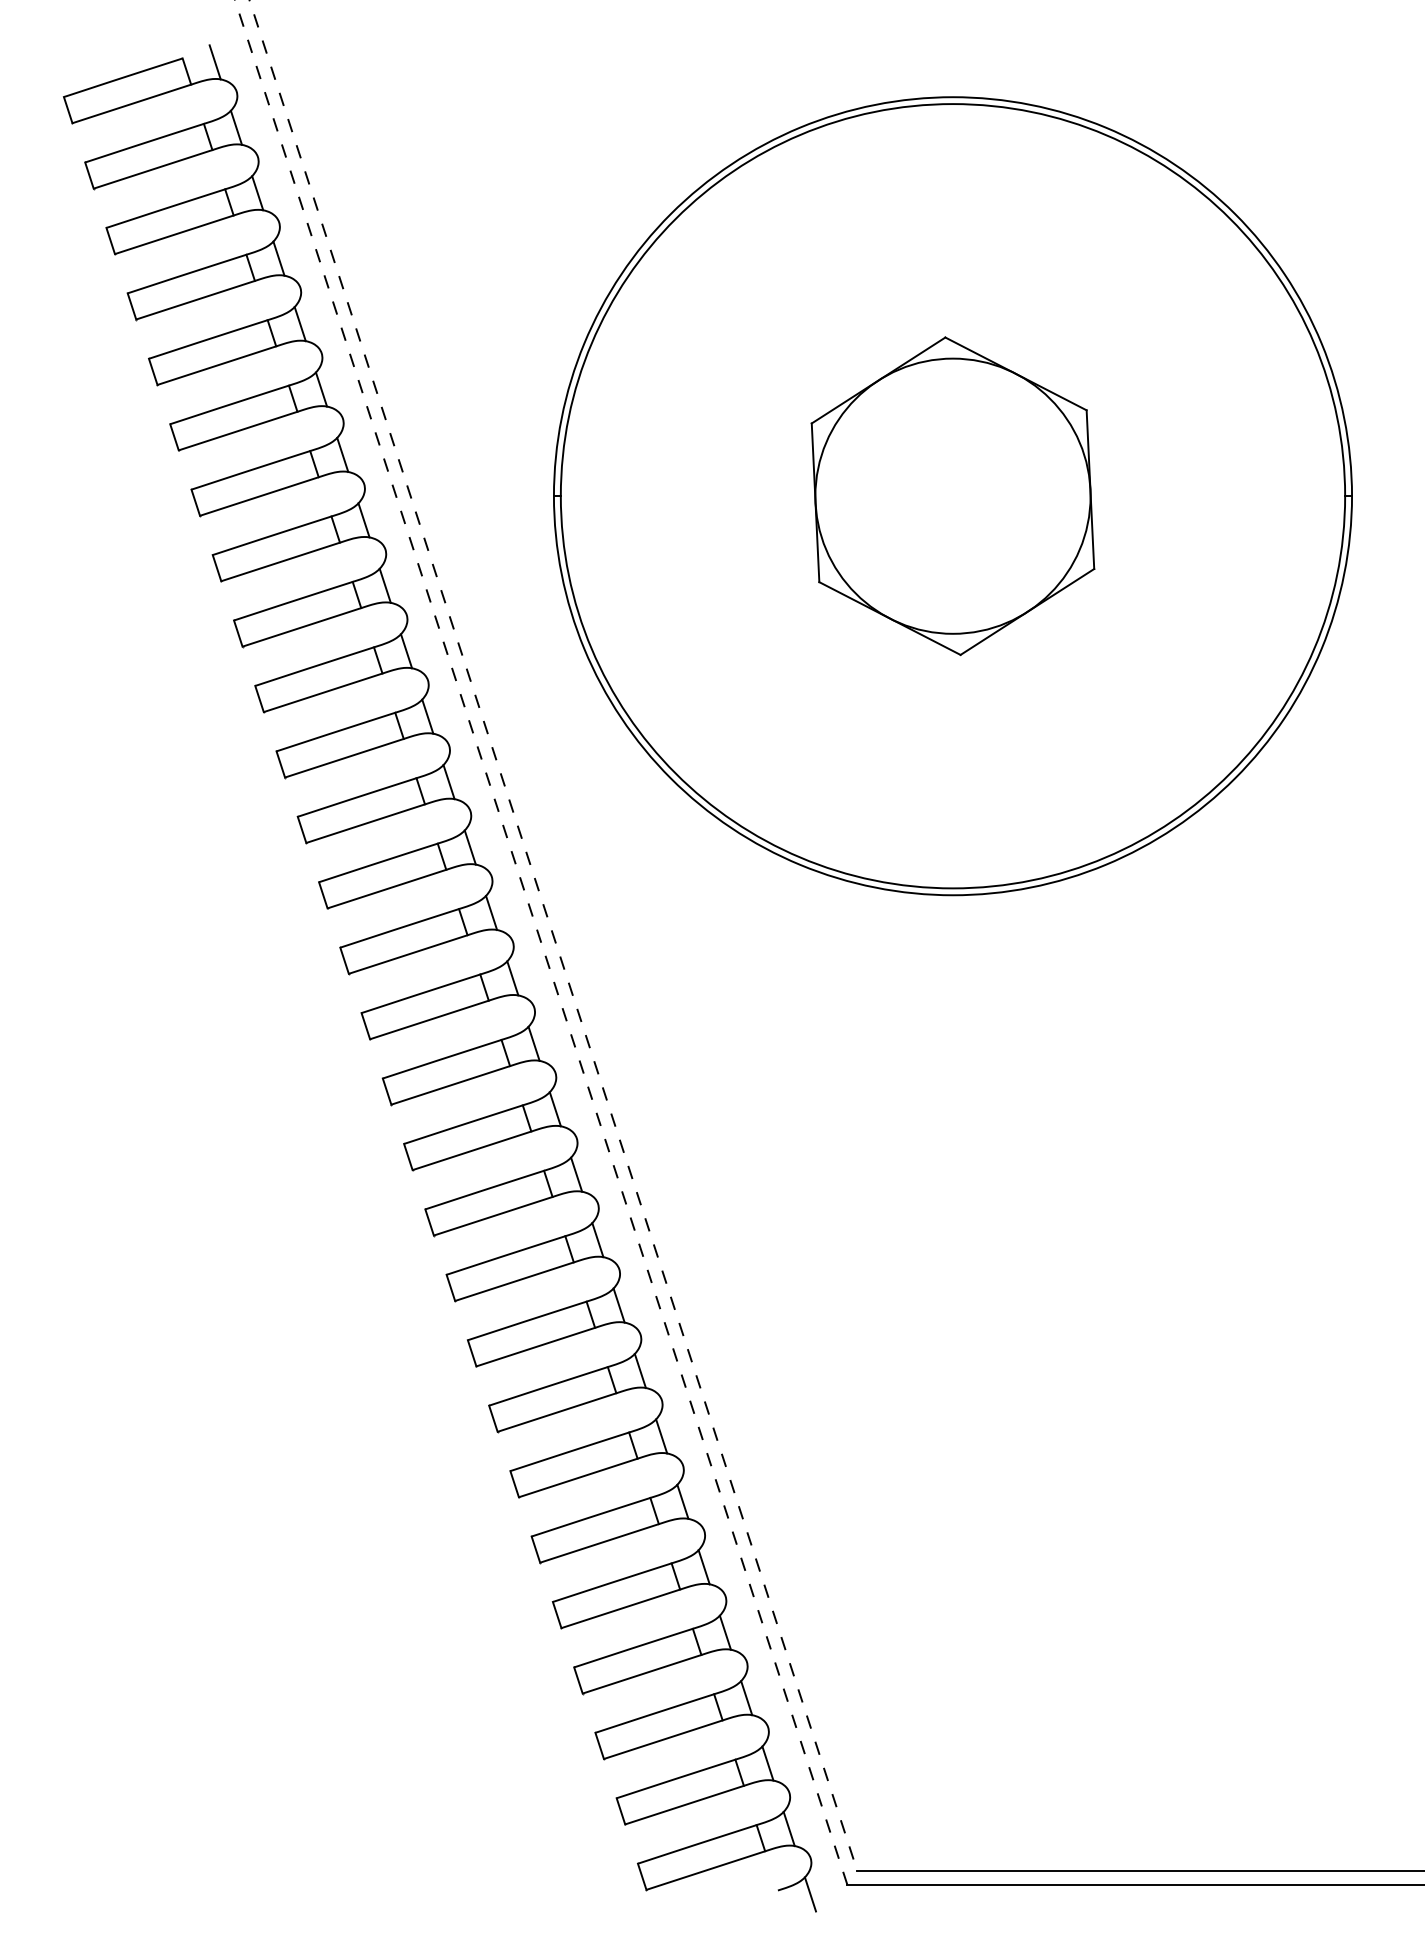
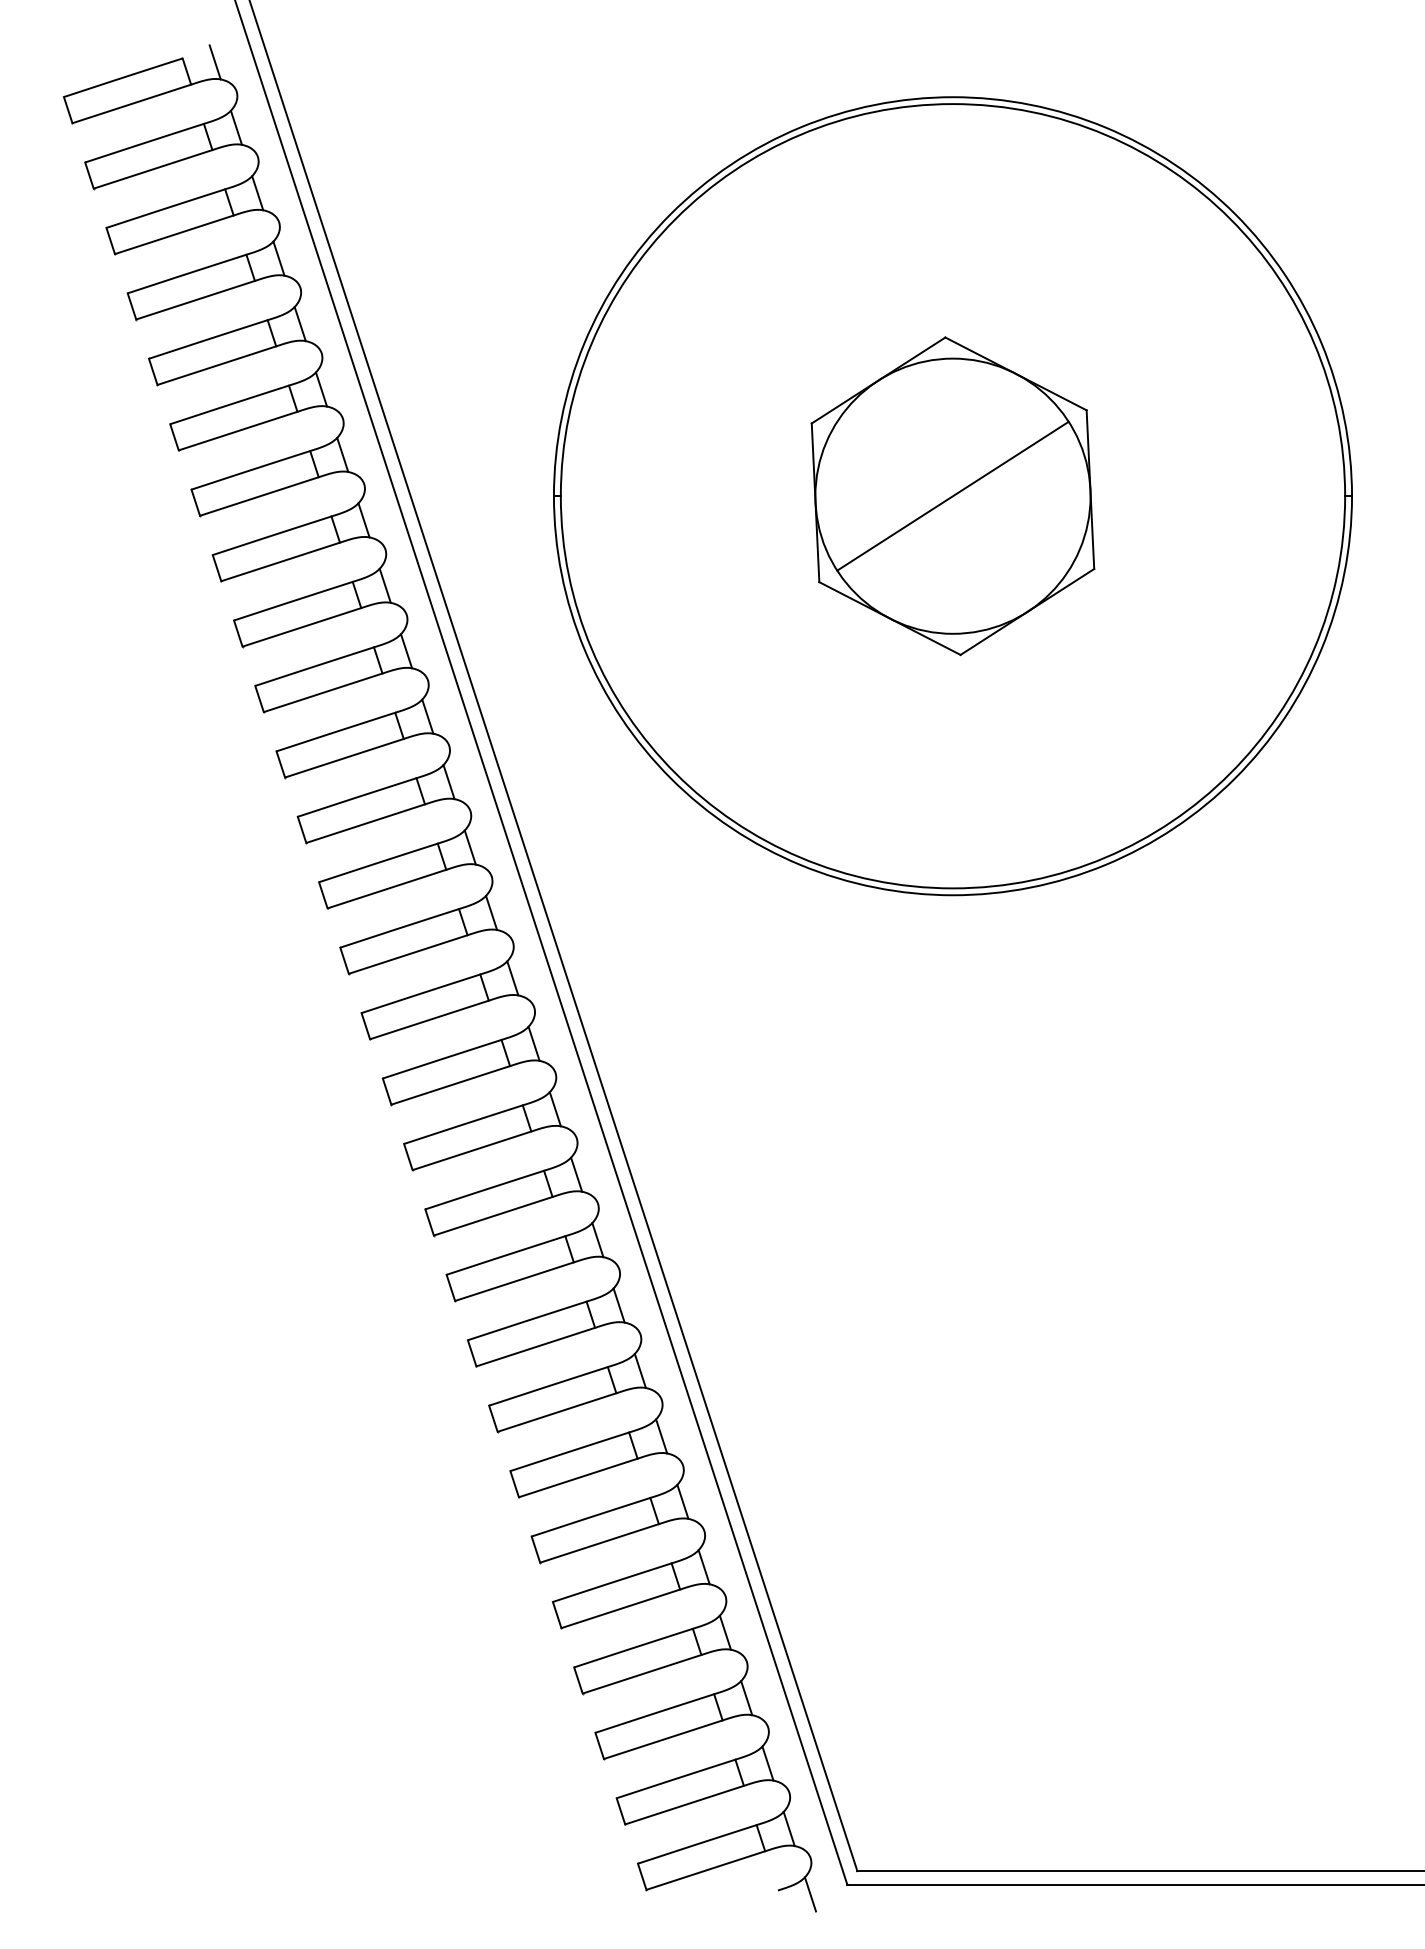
line at (952, 495): none -> present
line at (553, 936): dashed -> solid
line at (541, 942): dashed -> solid
